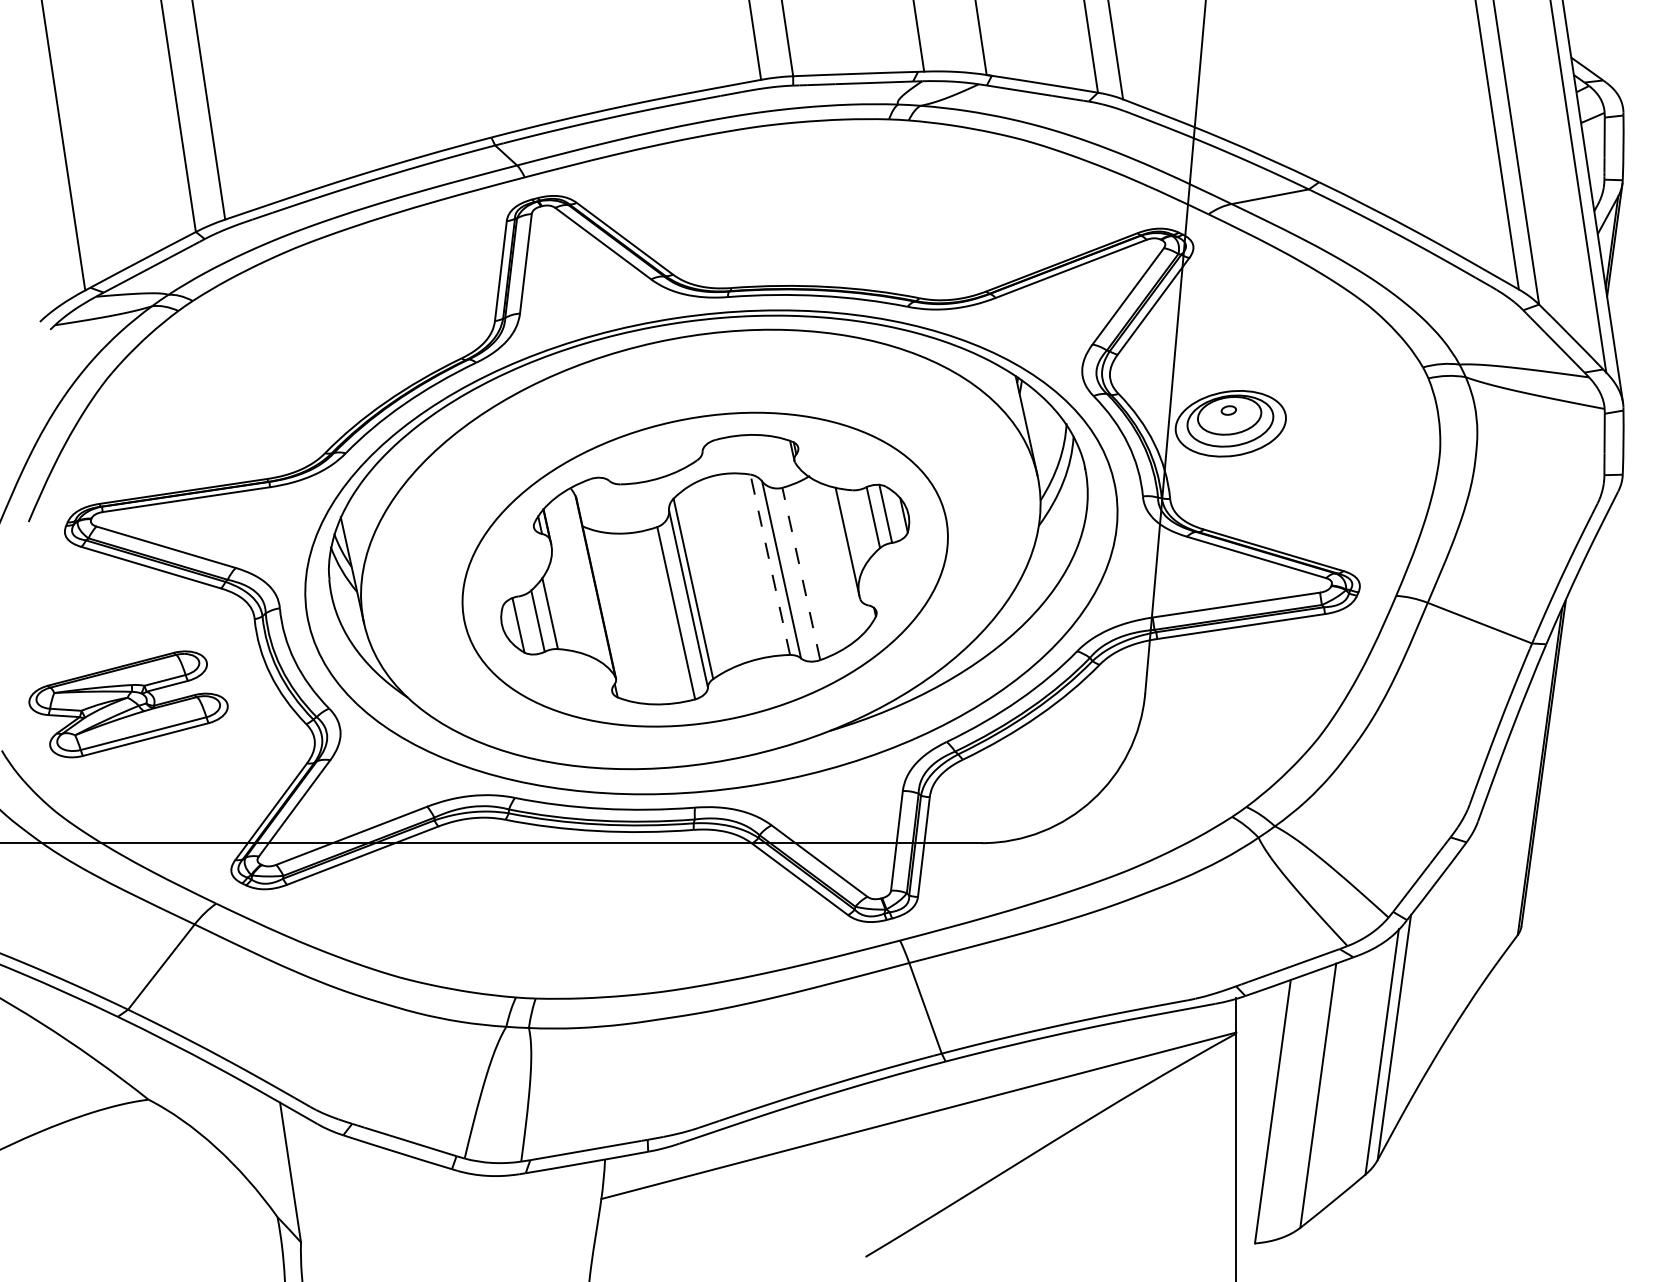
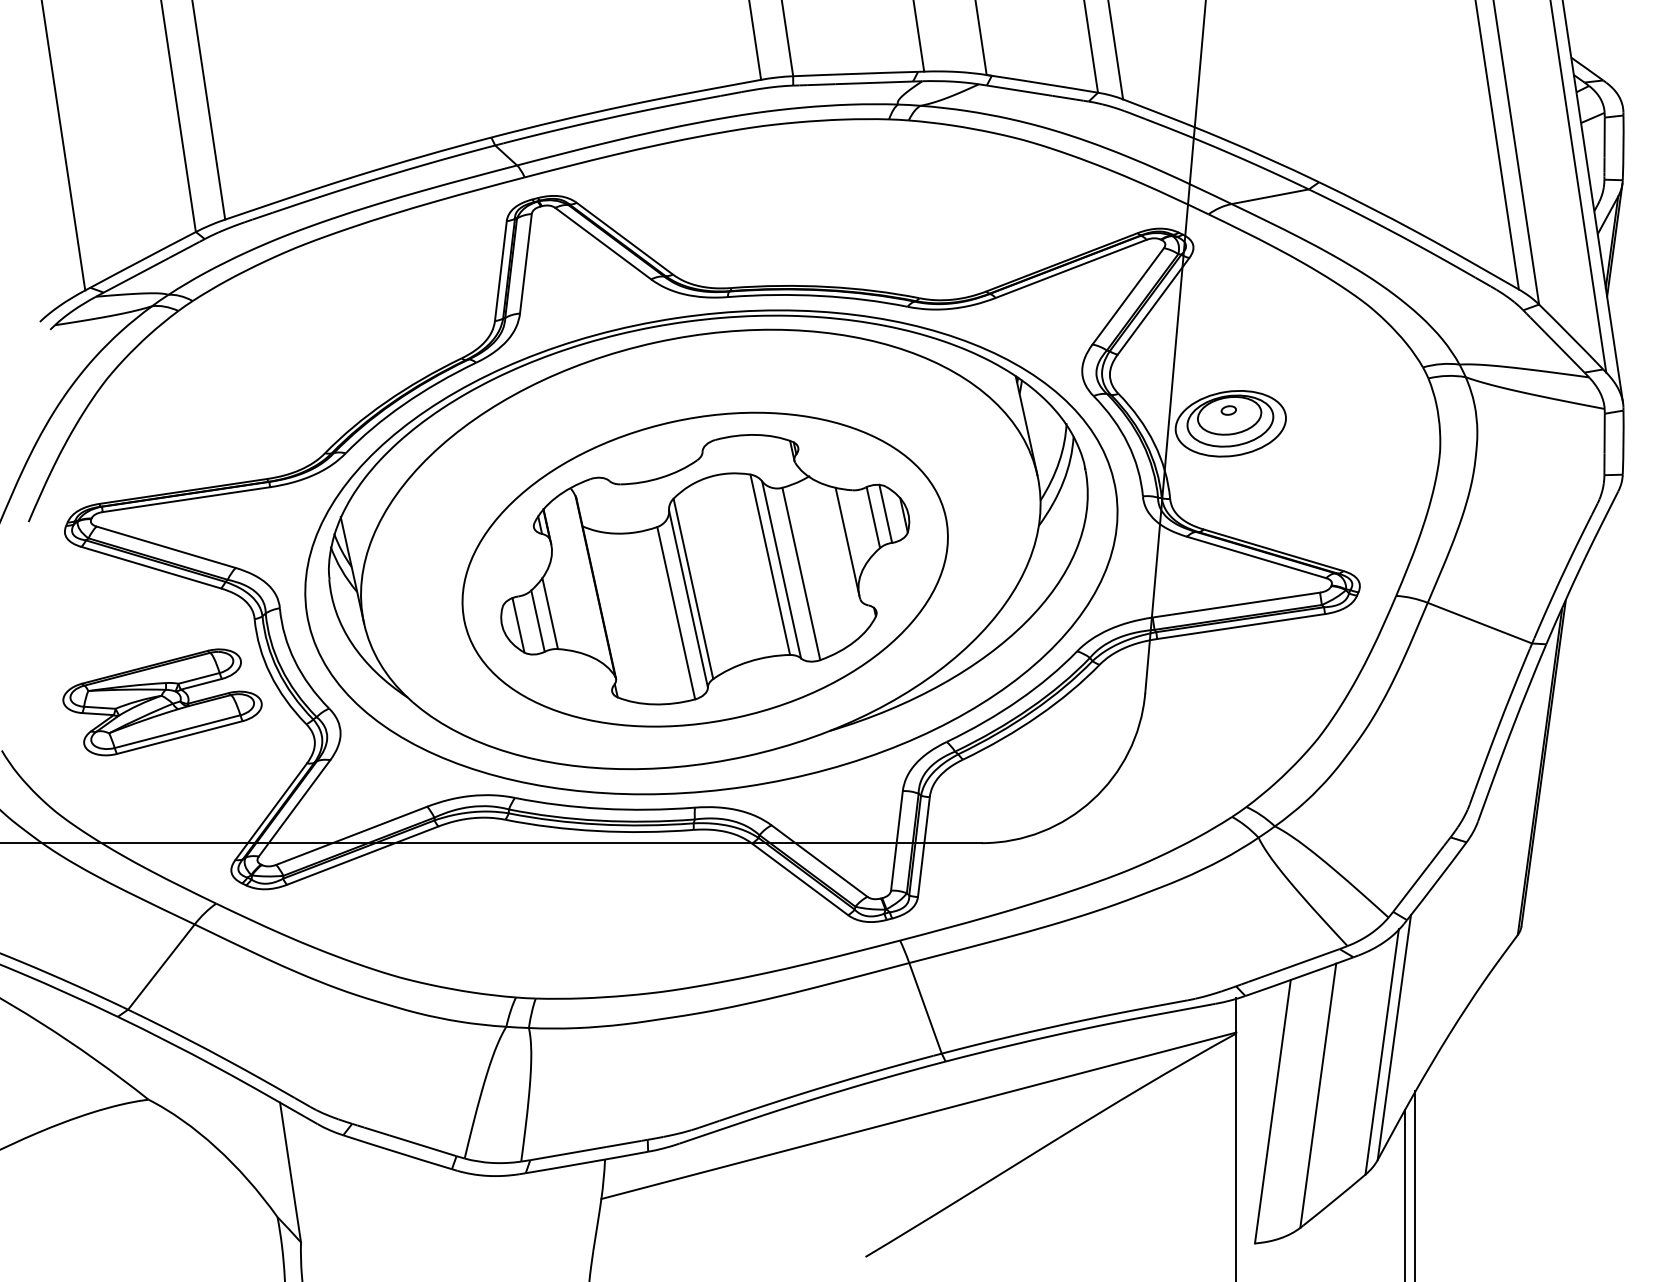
line at (770, 564): dashed -> solid
line at (801, 573): dashed -> solid
part at (128, 704) position: (128, 704) -> (162, 702)
line at (1415, 1184): none -> present
line at (1404, 1194): none -> present
